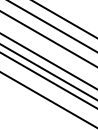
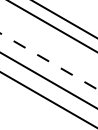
line at (48, 38): present -> none
line at (49, 61): solid -> dashed
line at (48, 71): present -> none
